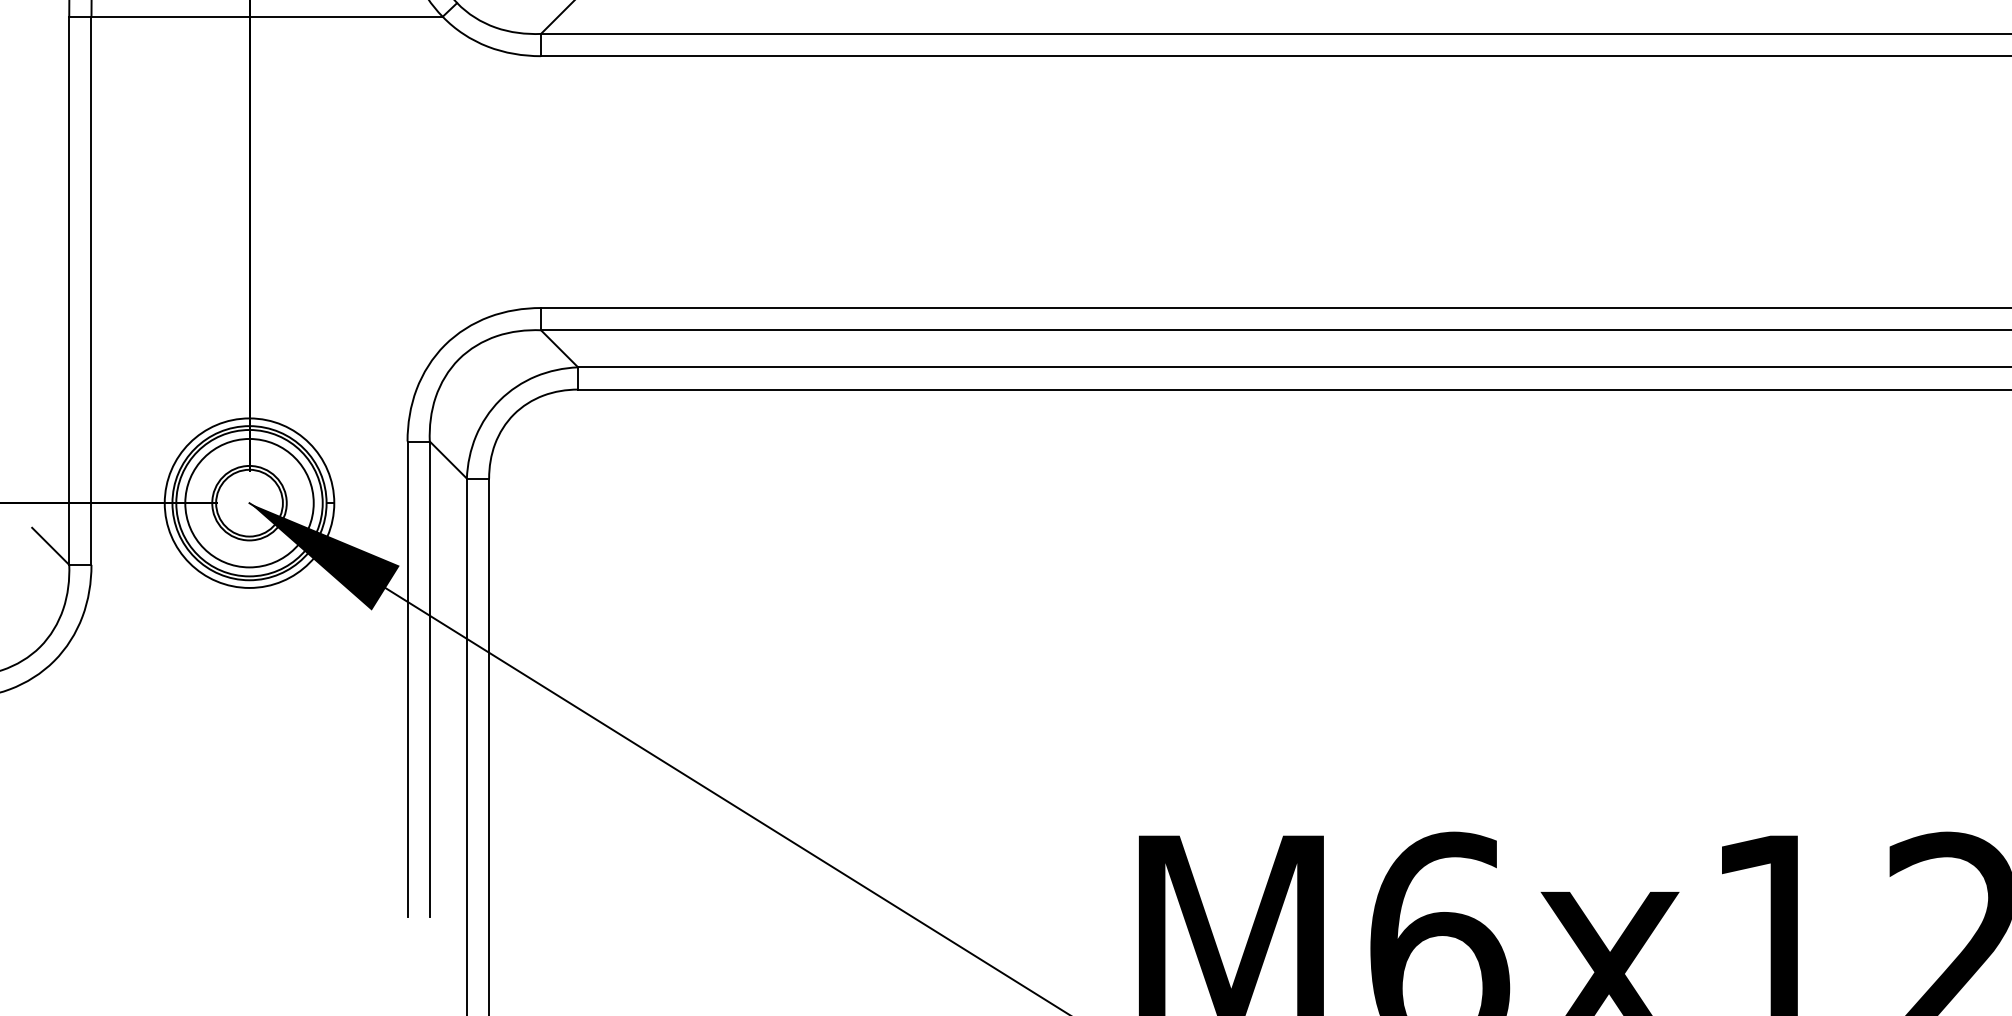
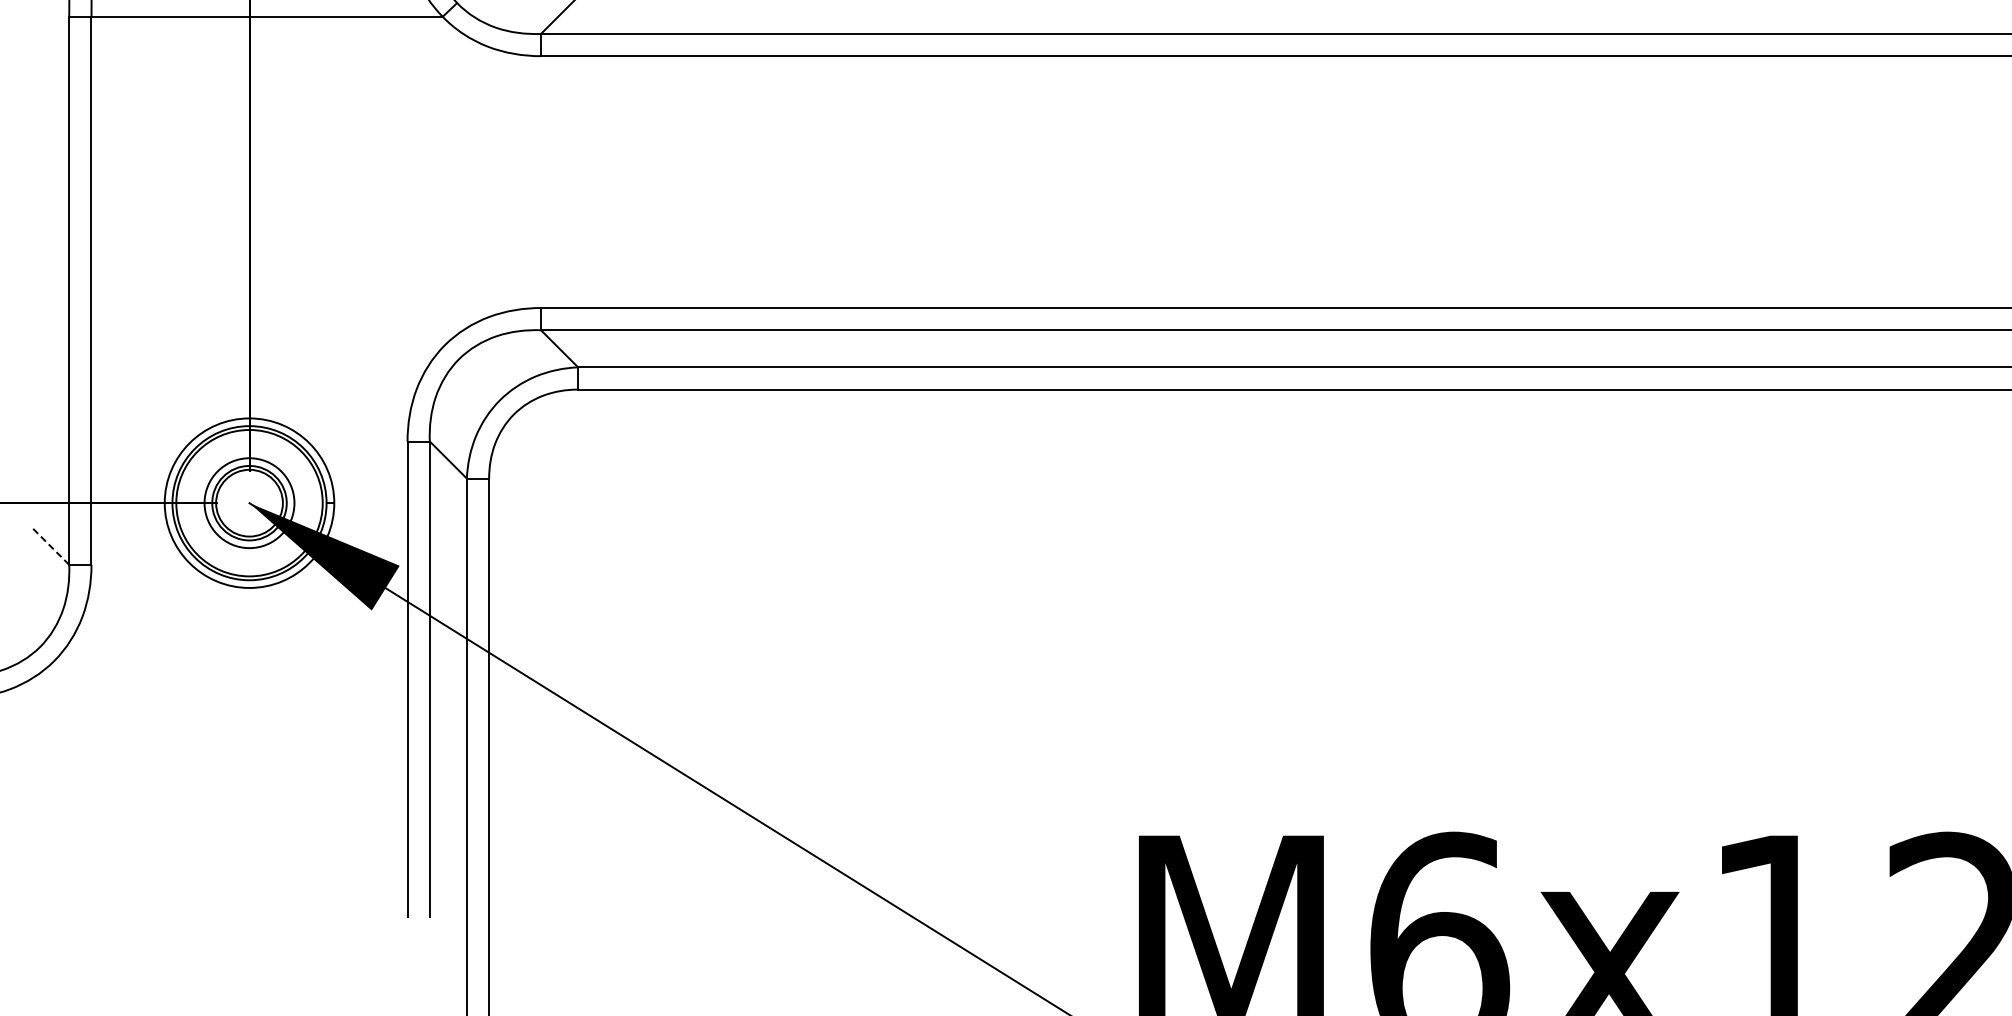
circle at (249, 502) diameter: 128 px -> 90 px
line at (50, 546): solid -> dashed
